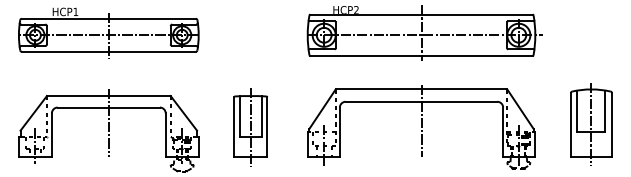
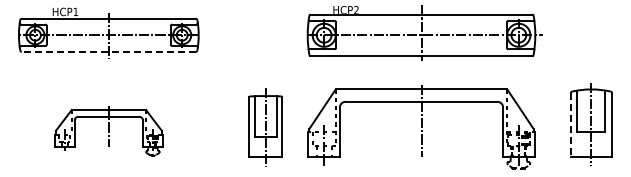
line at (108, 51): solid -> dashed
line at (570, 125): solid -> dashed
part at (250, 127) position: (250, 127) -> (265, 127)
part at (108, 130) size: 182x84 px -> 110x51 px
